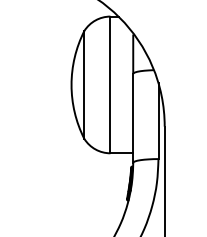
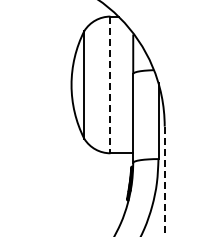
line at (110, 85): solid -> dashed
line at (164, 181): solid -> dashed
